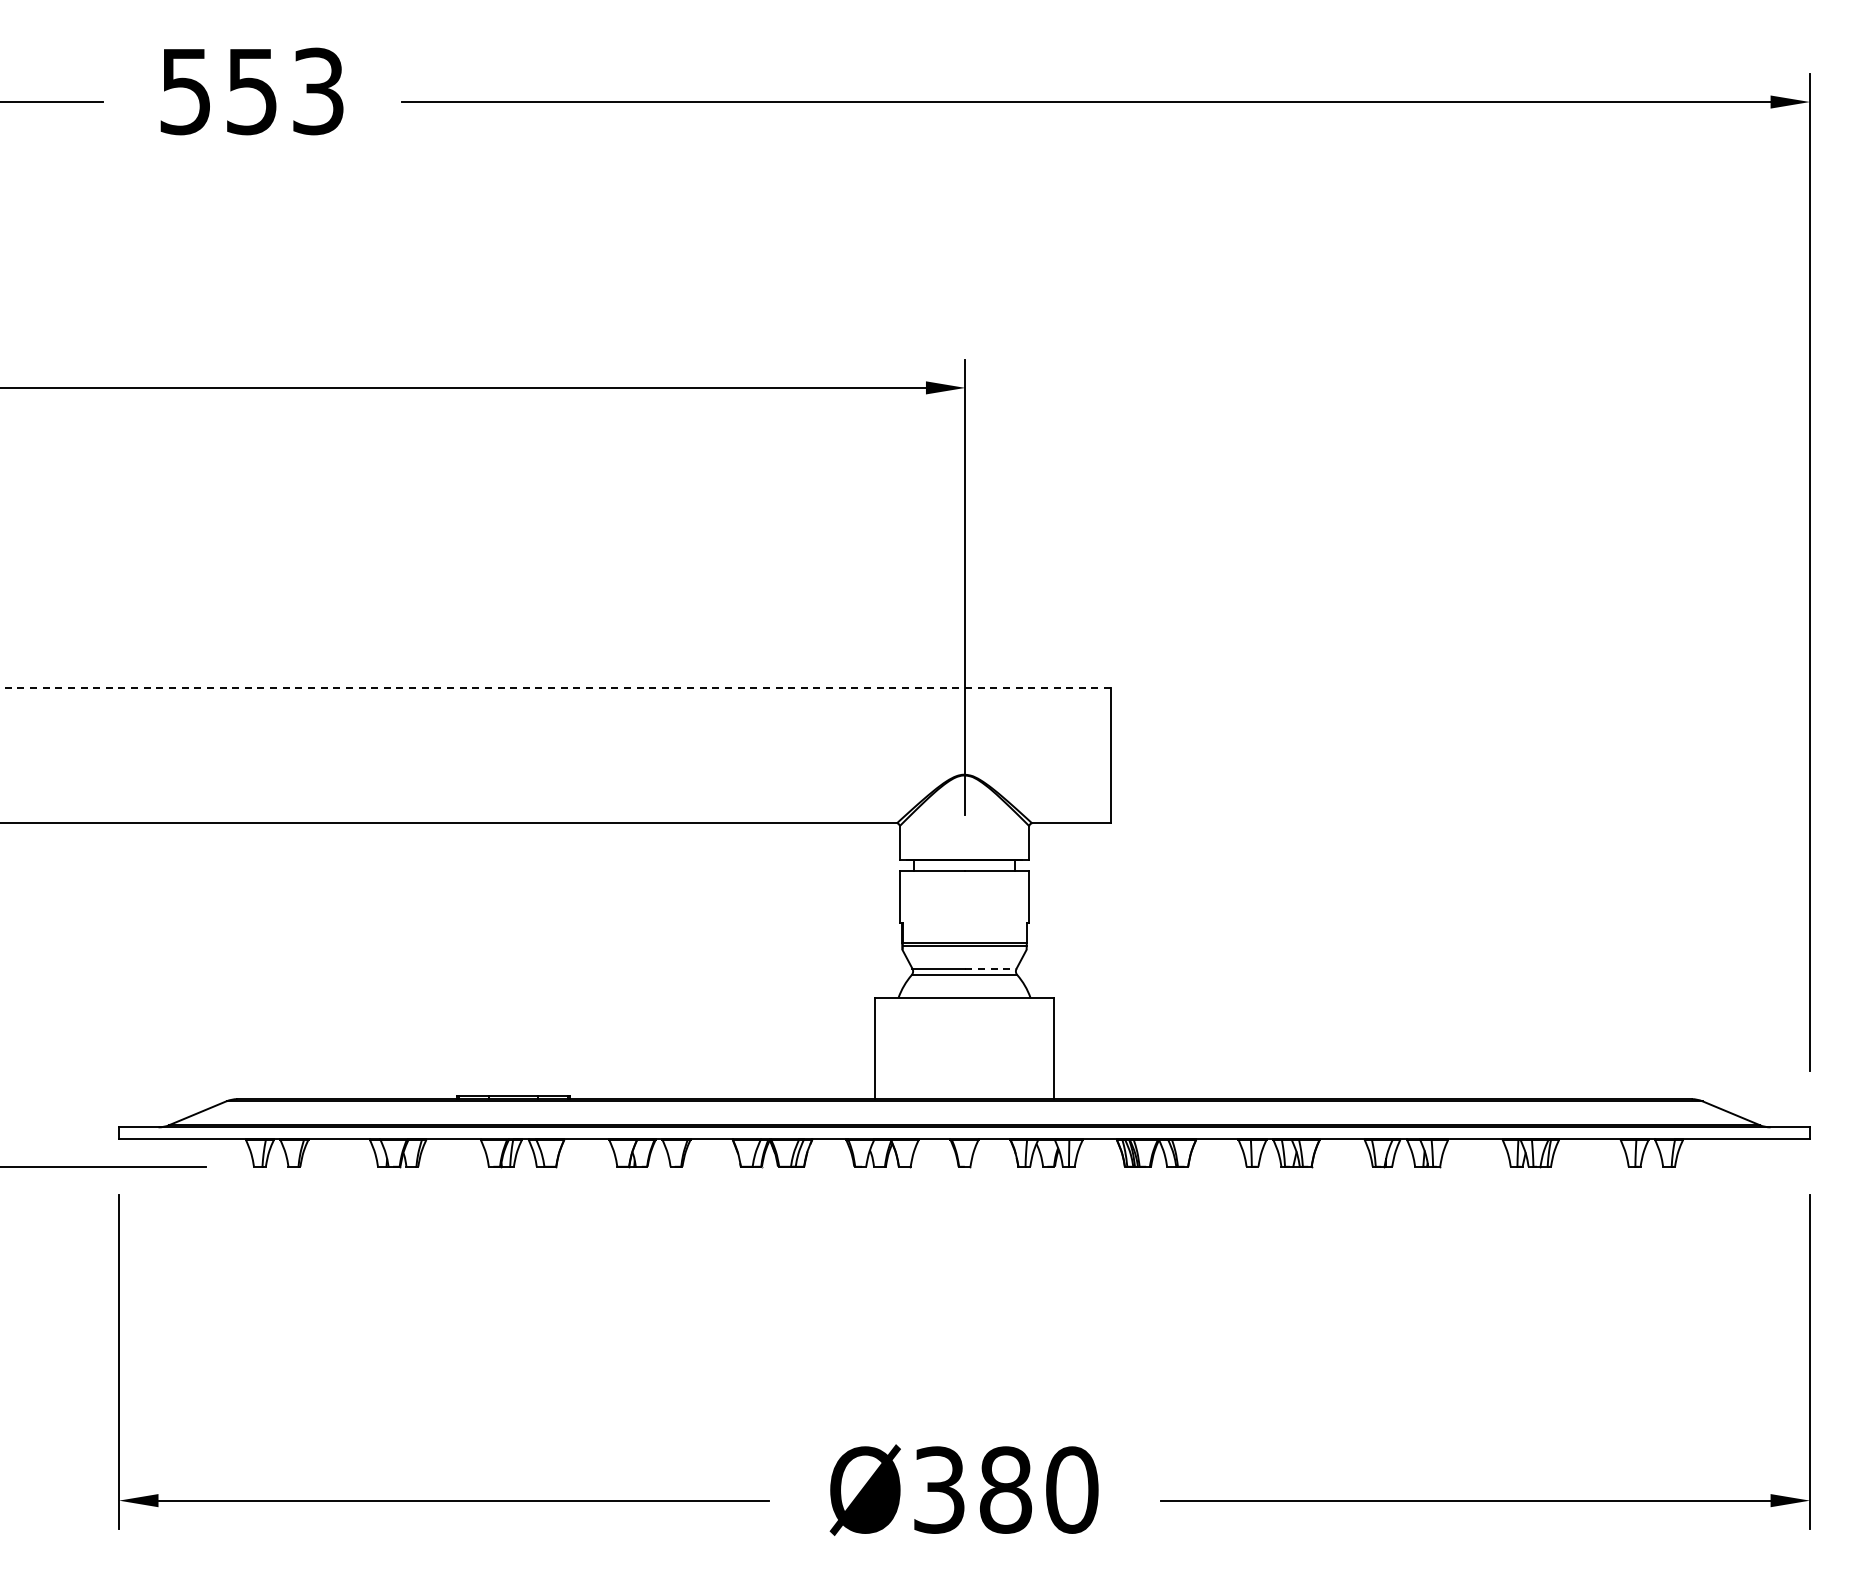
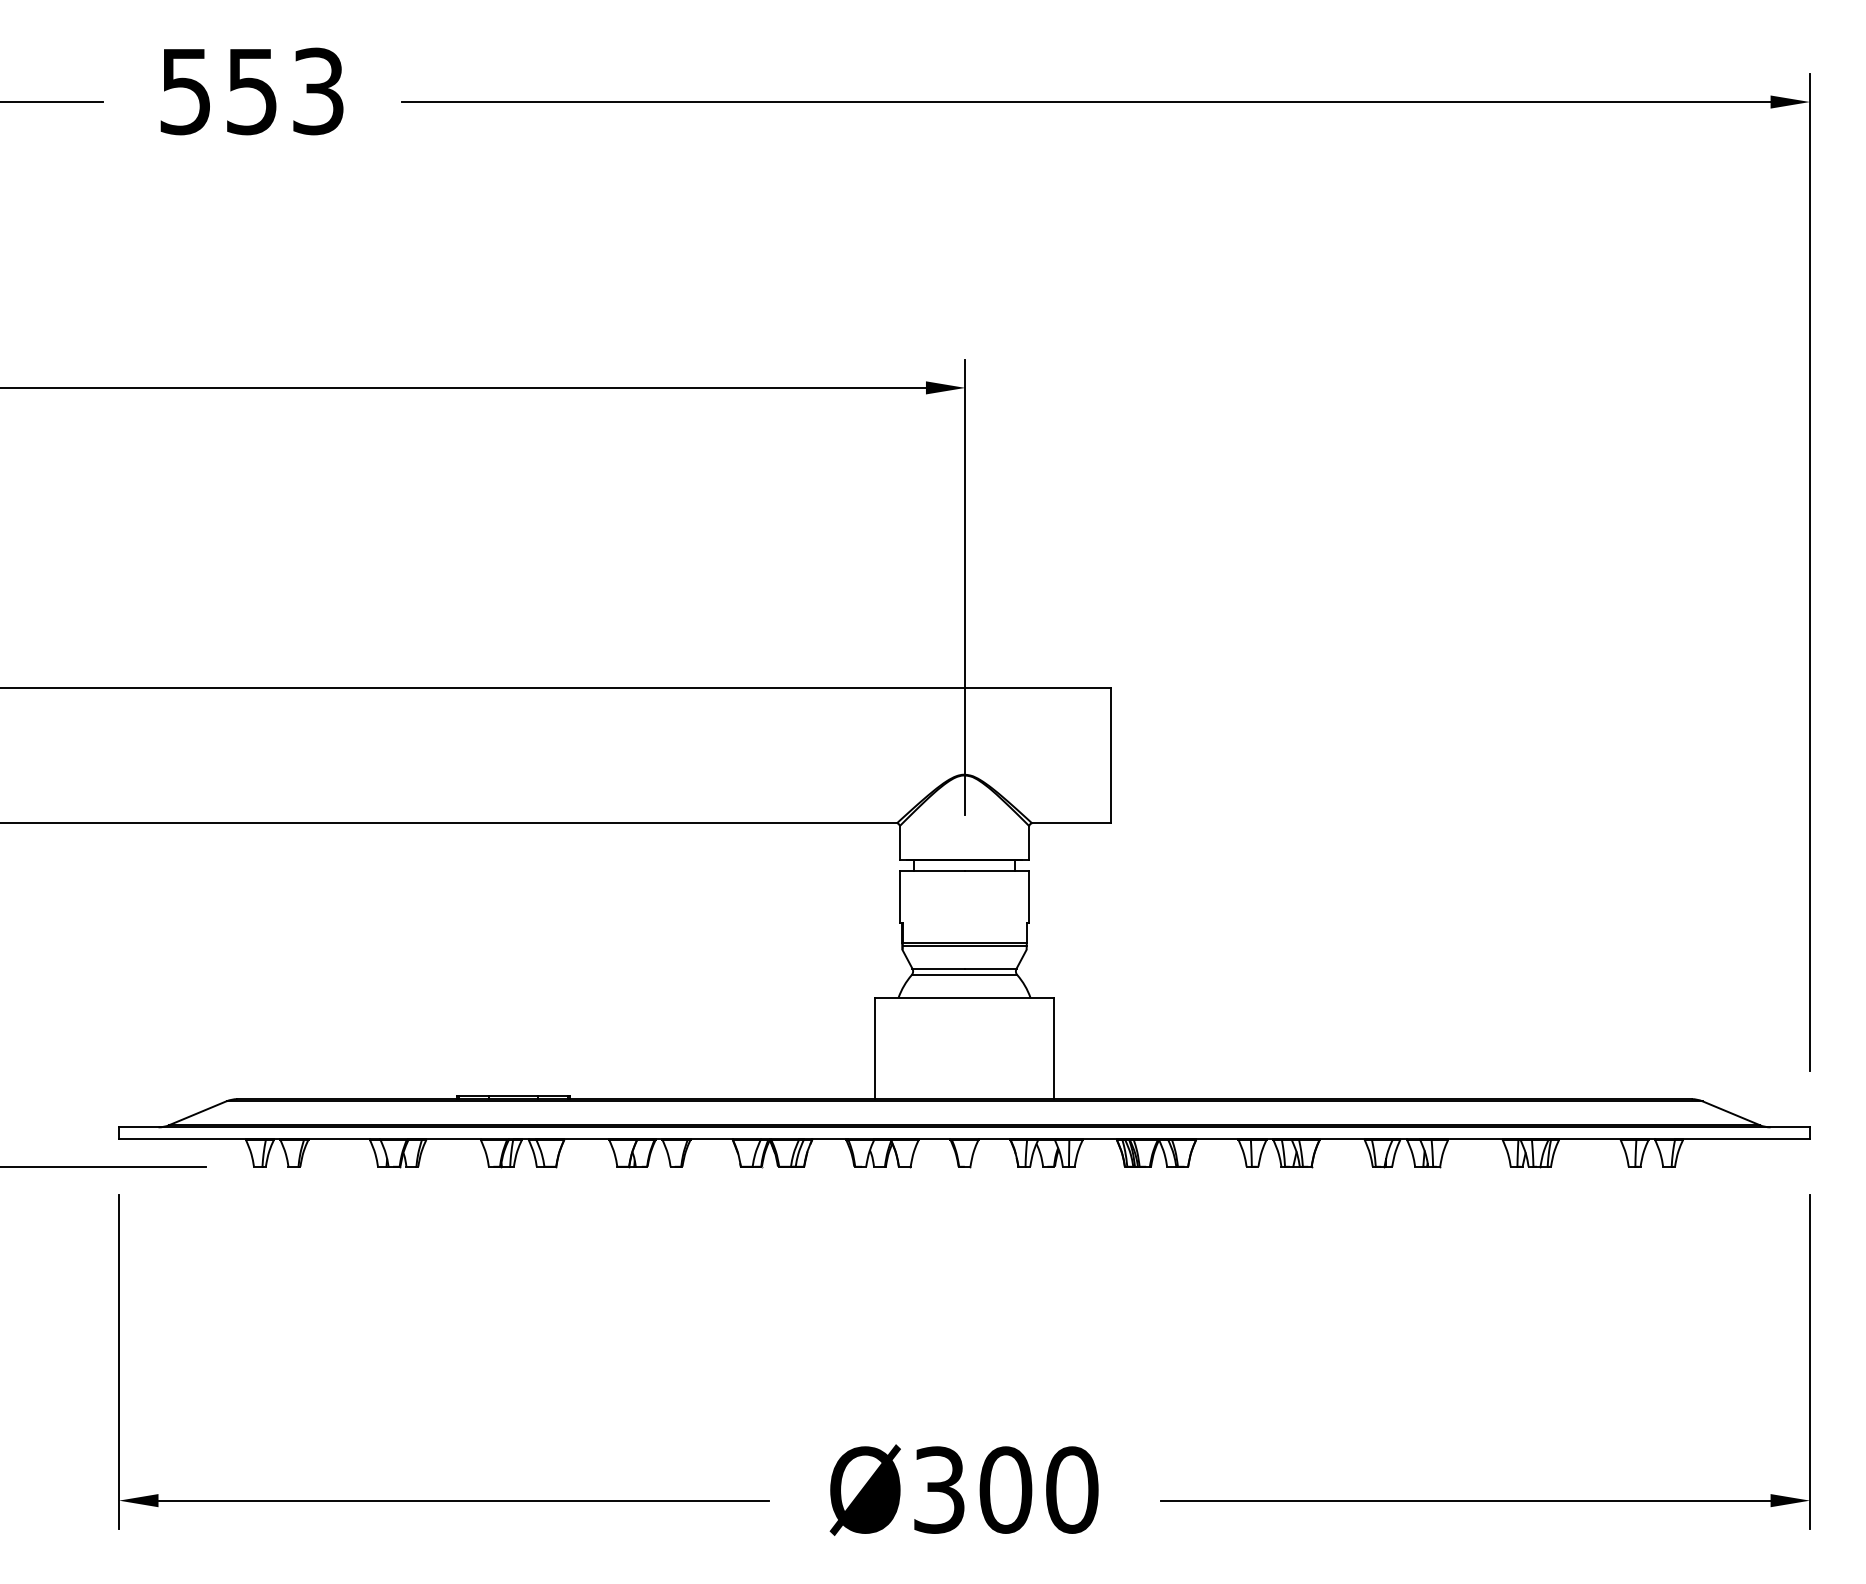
line at (555, 688): dashed -> solid
line at (990, 968): dashed -> solid
text at (1005, 1489): Ø380 -> Ø300
